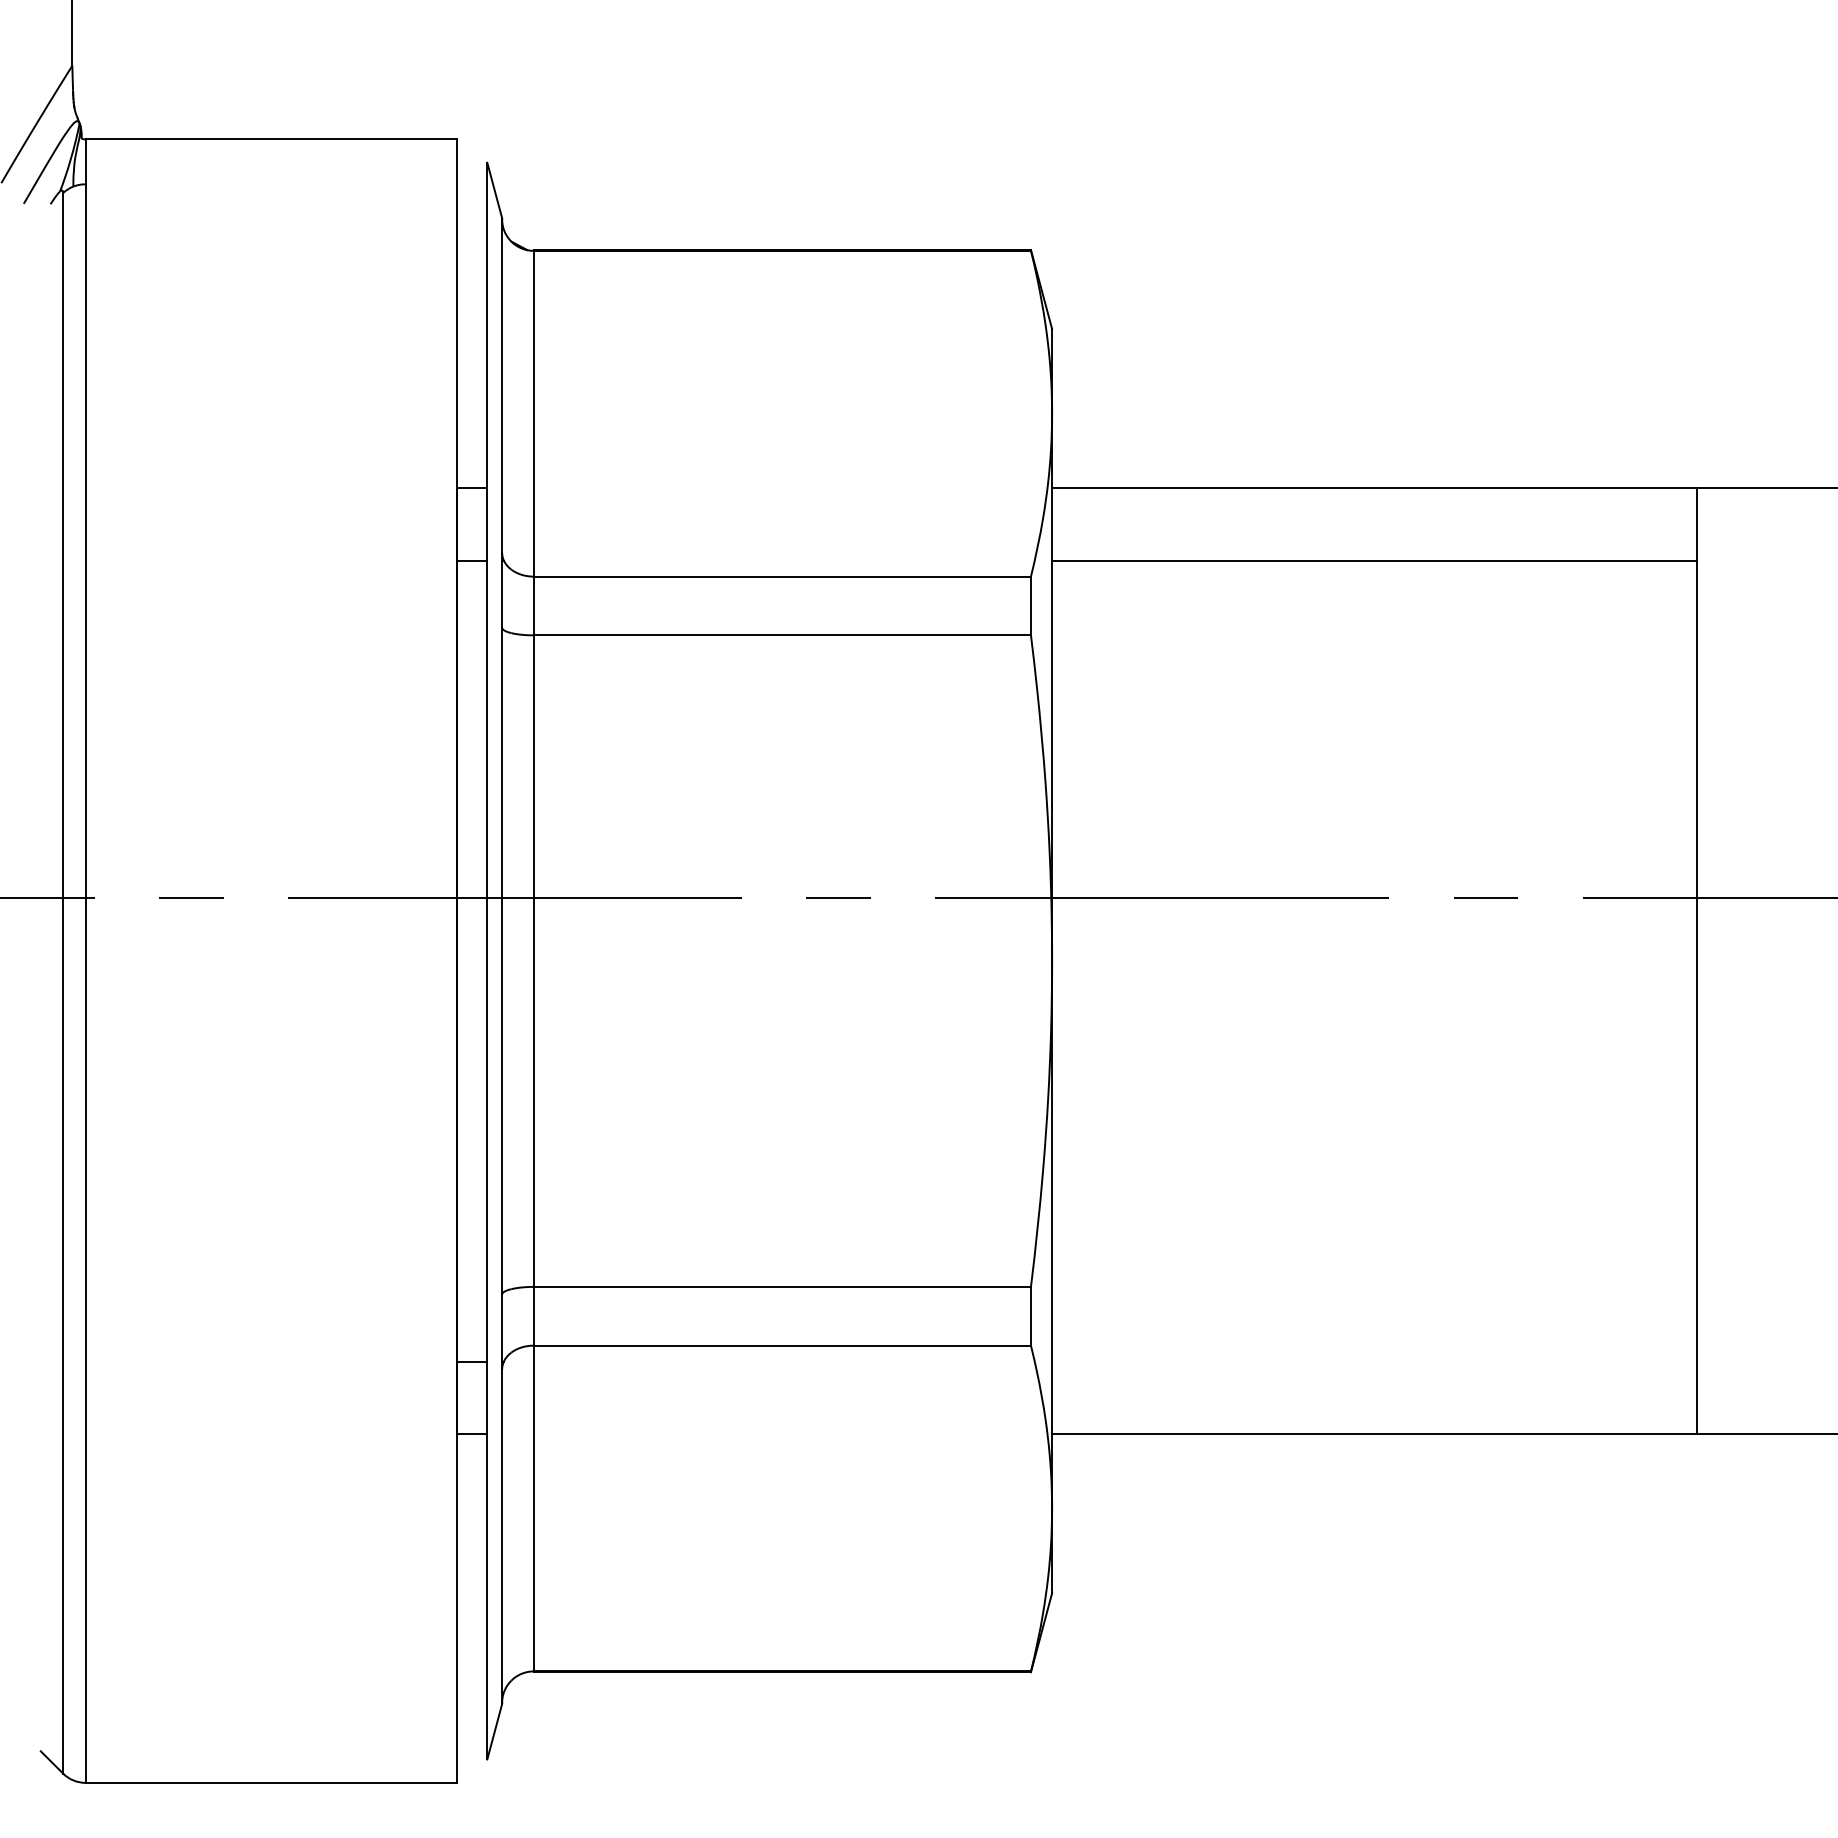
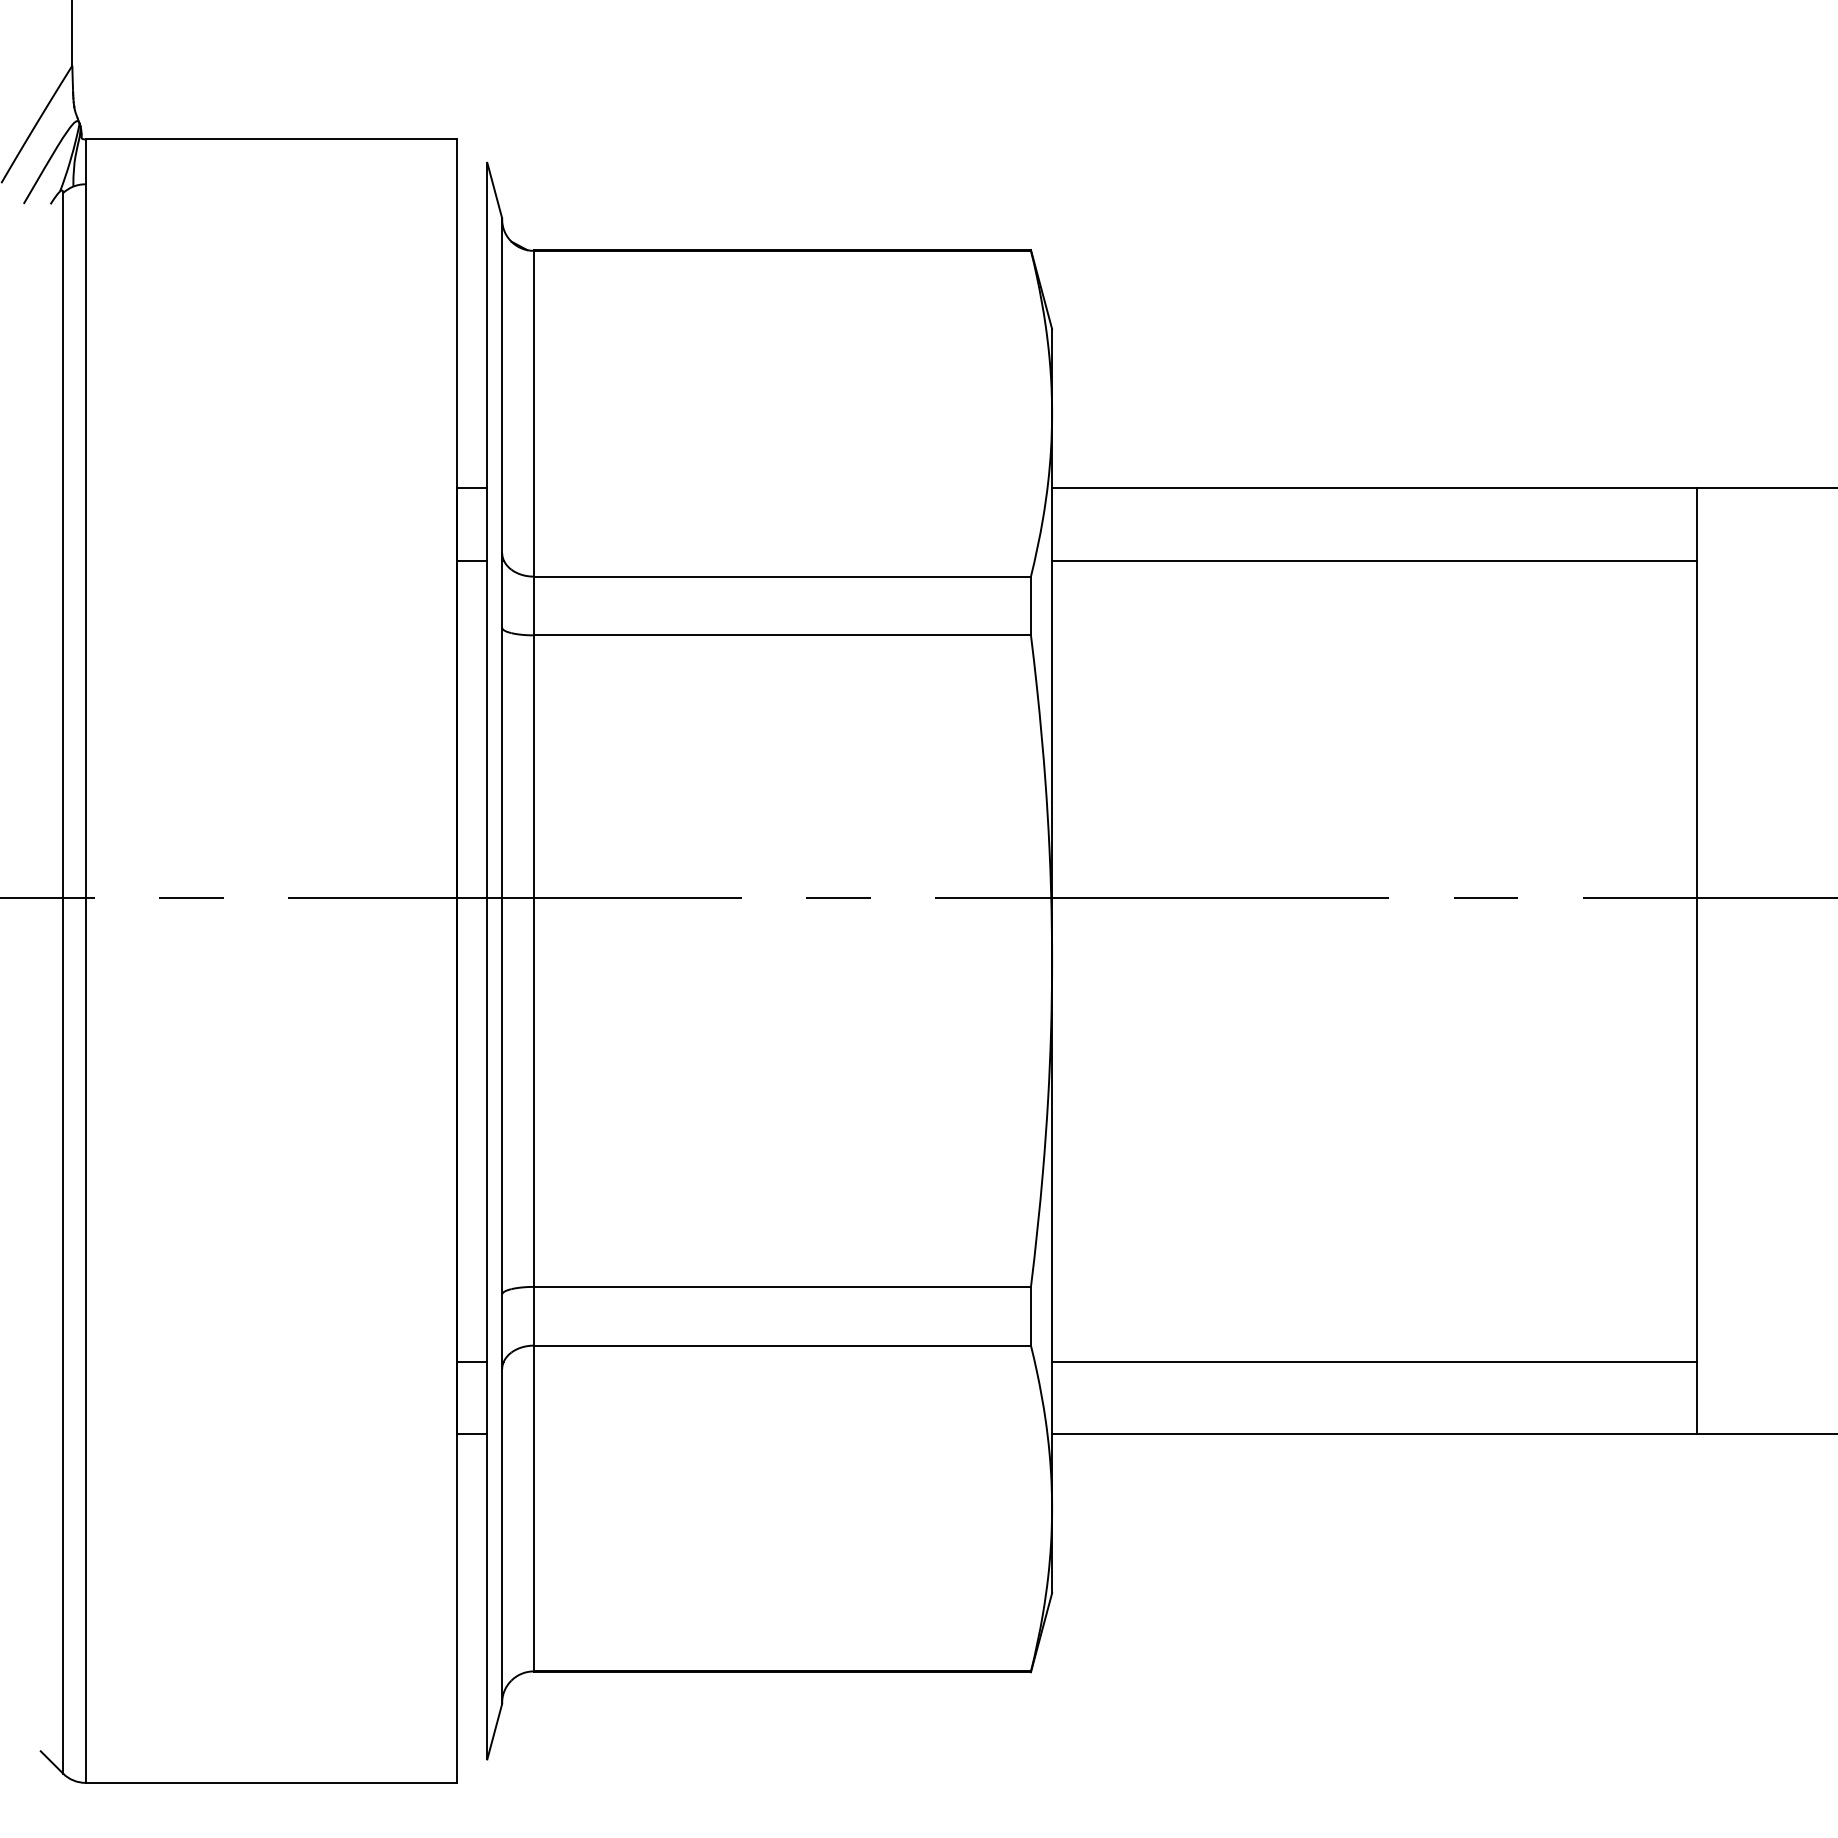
line at (1374, 1361): none -> present
